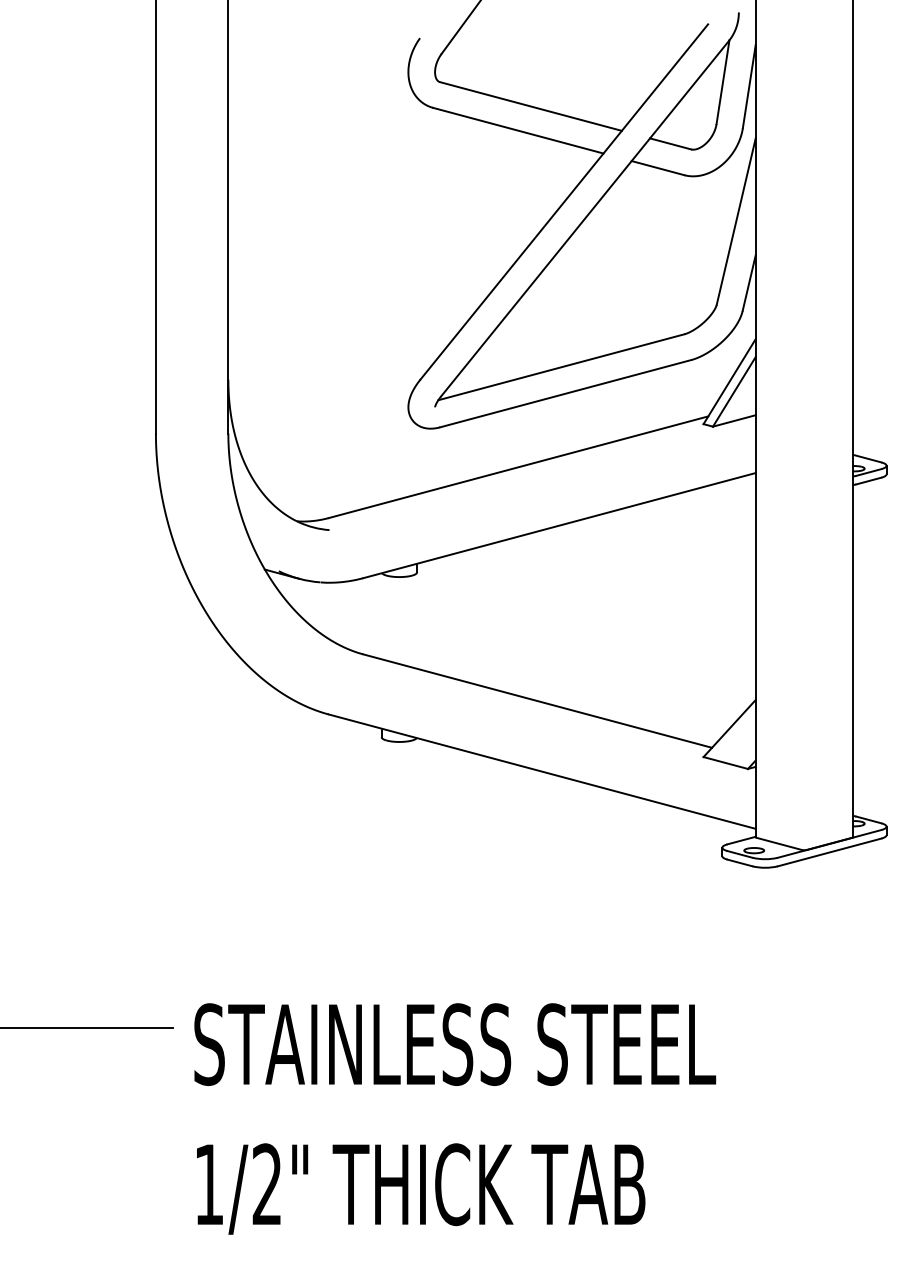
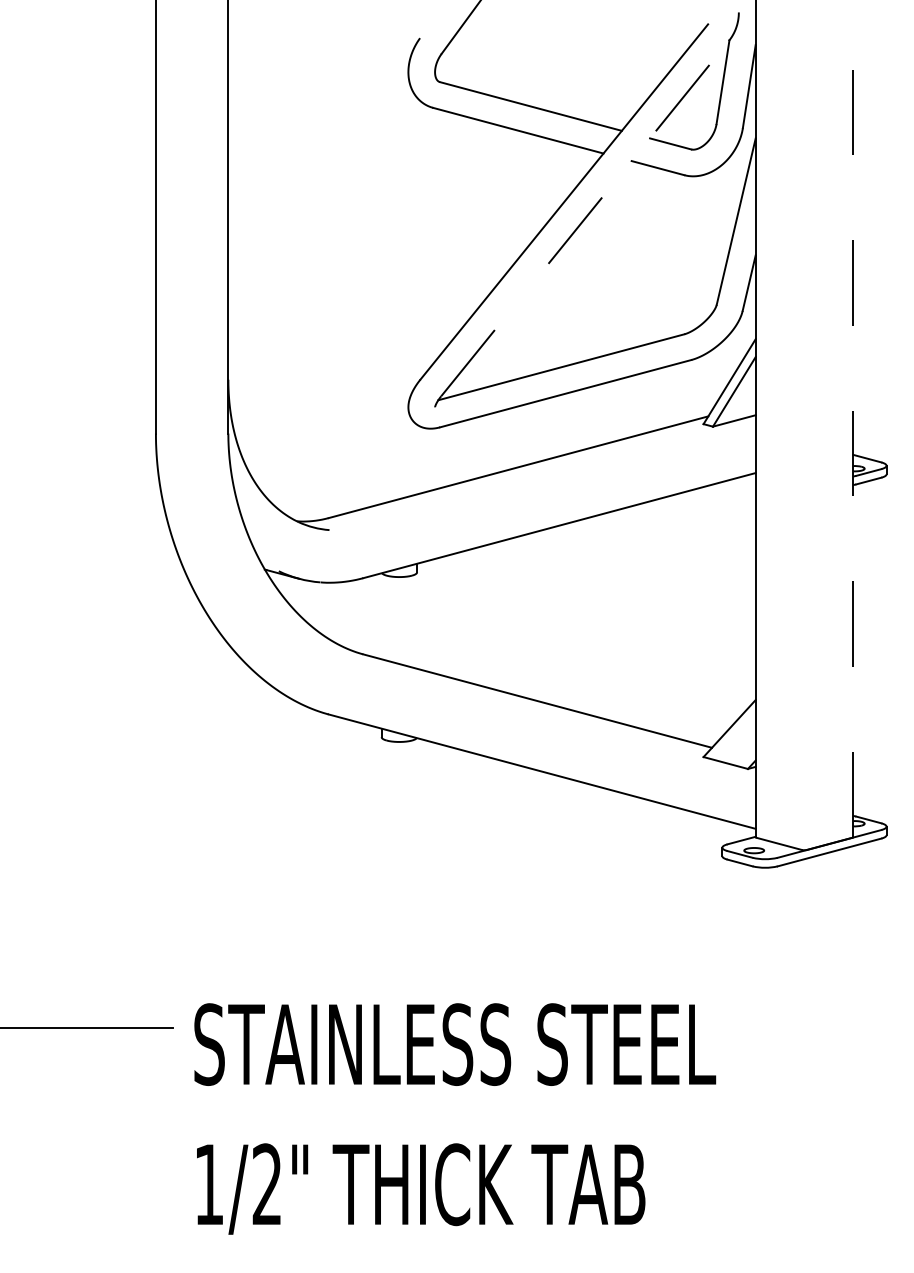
line at (585, 218): solid -> dashed
line at (853, 418): solid -> dashed
